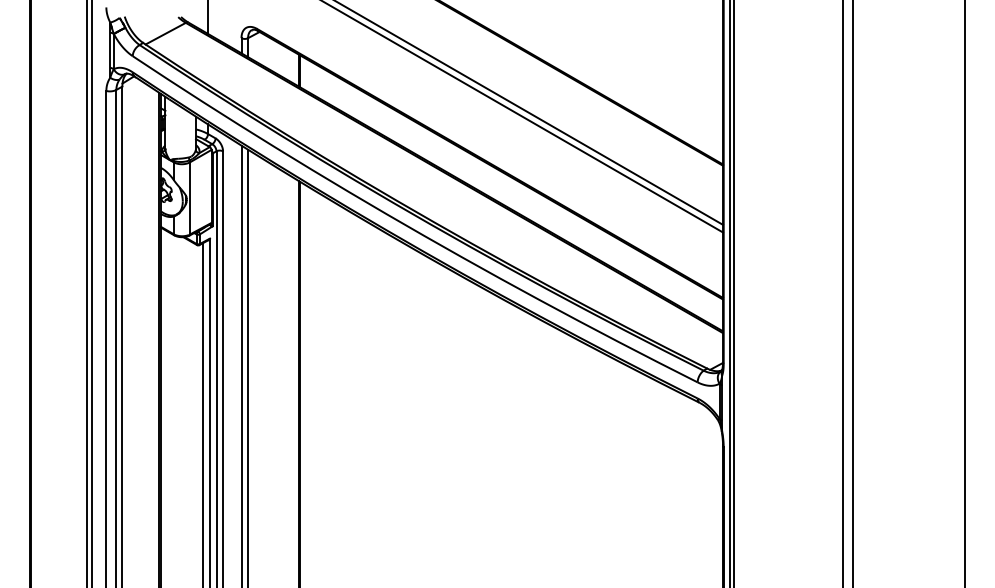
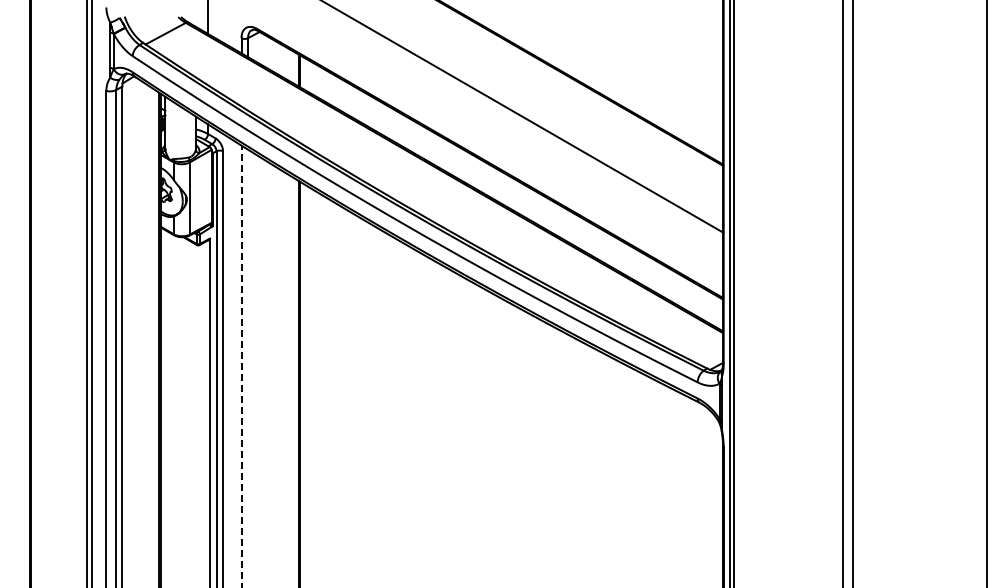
line at (530, 113): present -> none
line at (965, 293) position: (965, 293) -> (987, 293)
line at (241, 366): solid -> dashed
line at (248, 366): present -> none
line at (203, 413): present -> none
